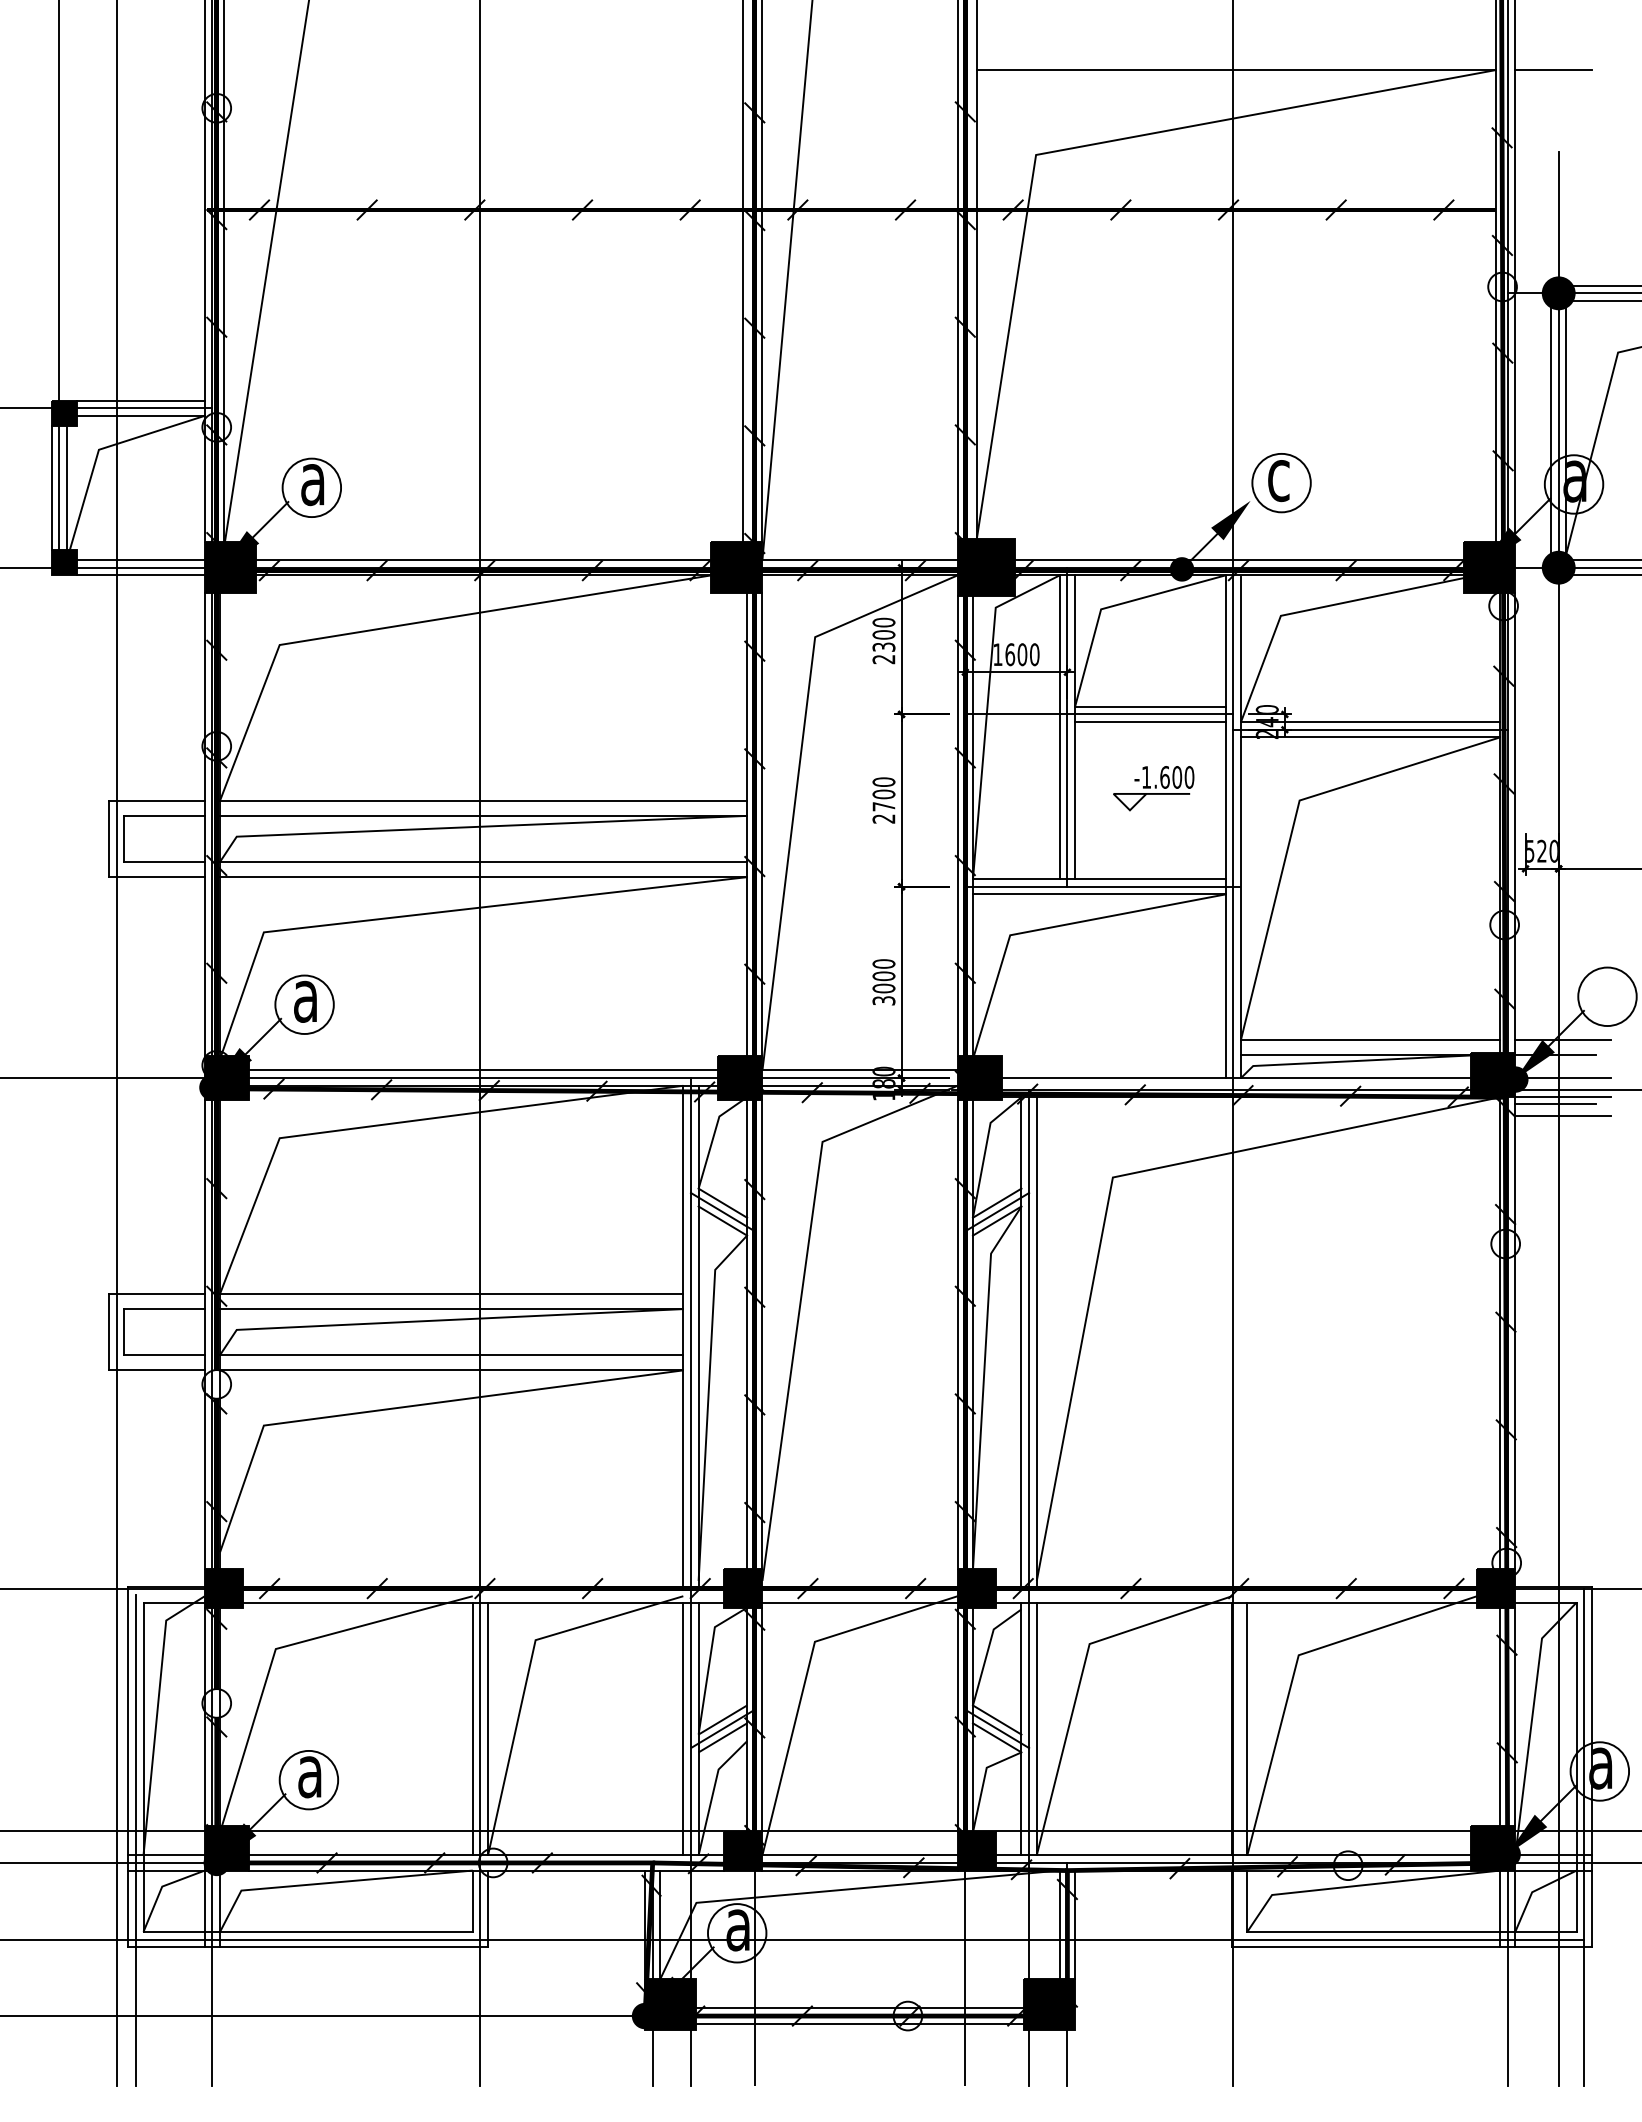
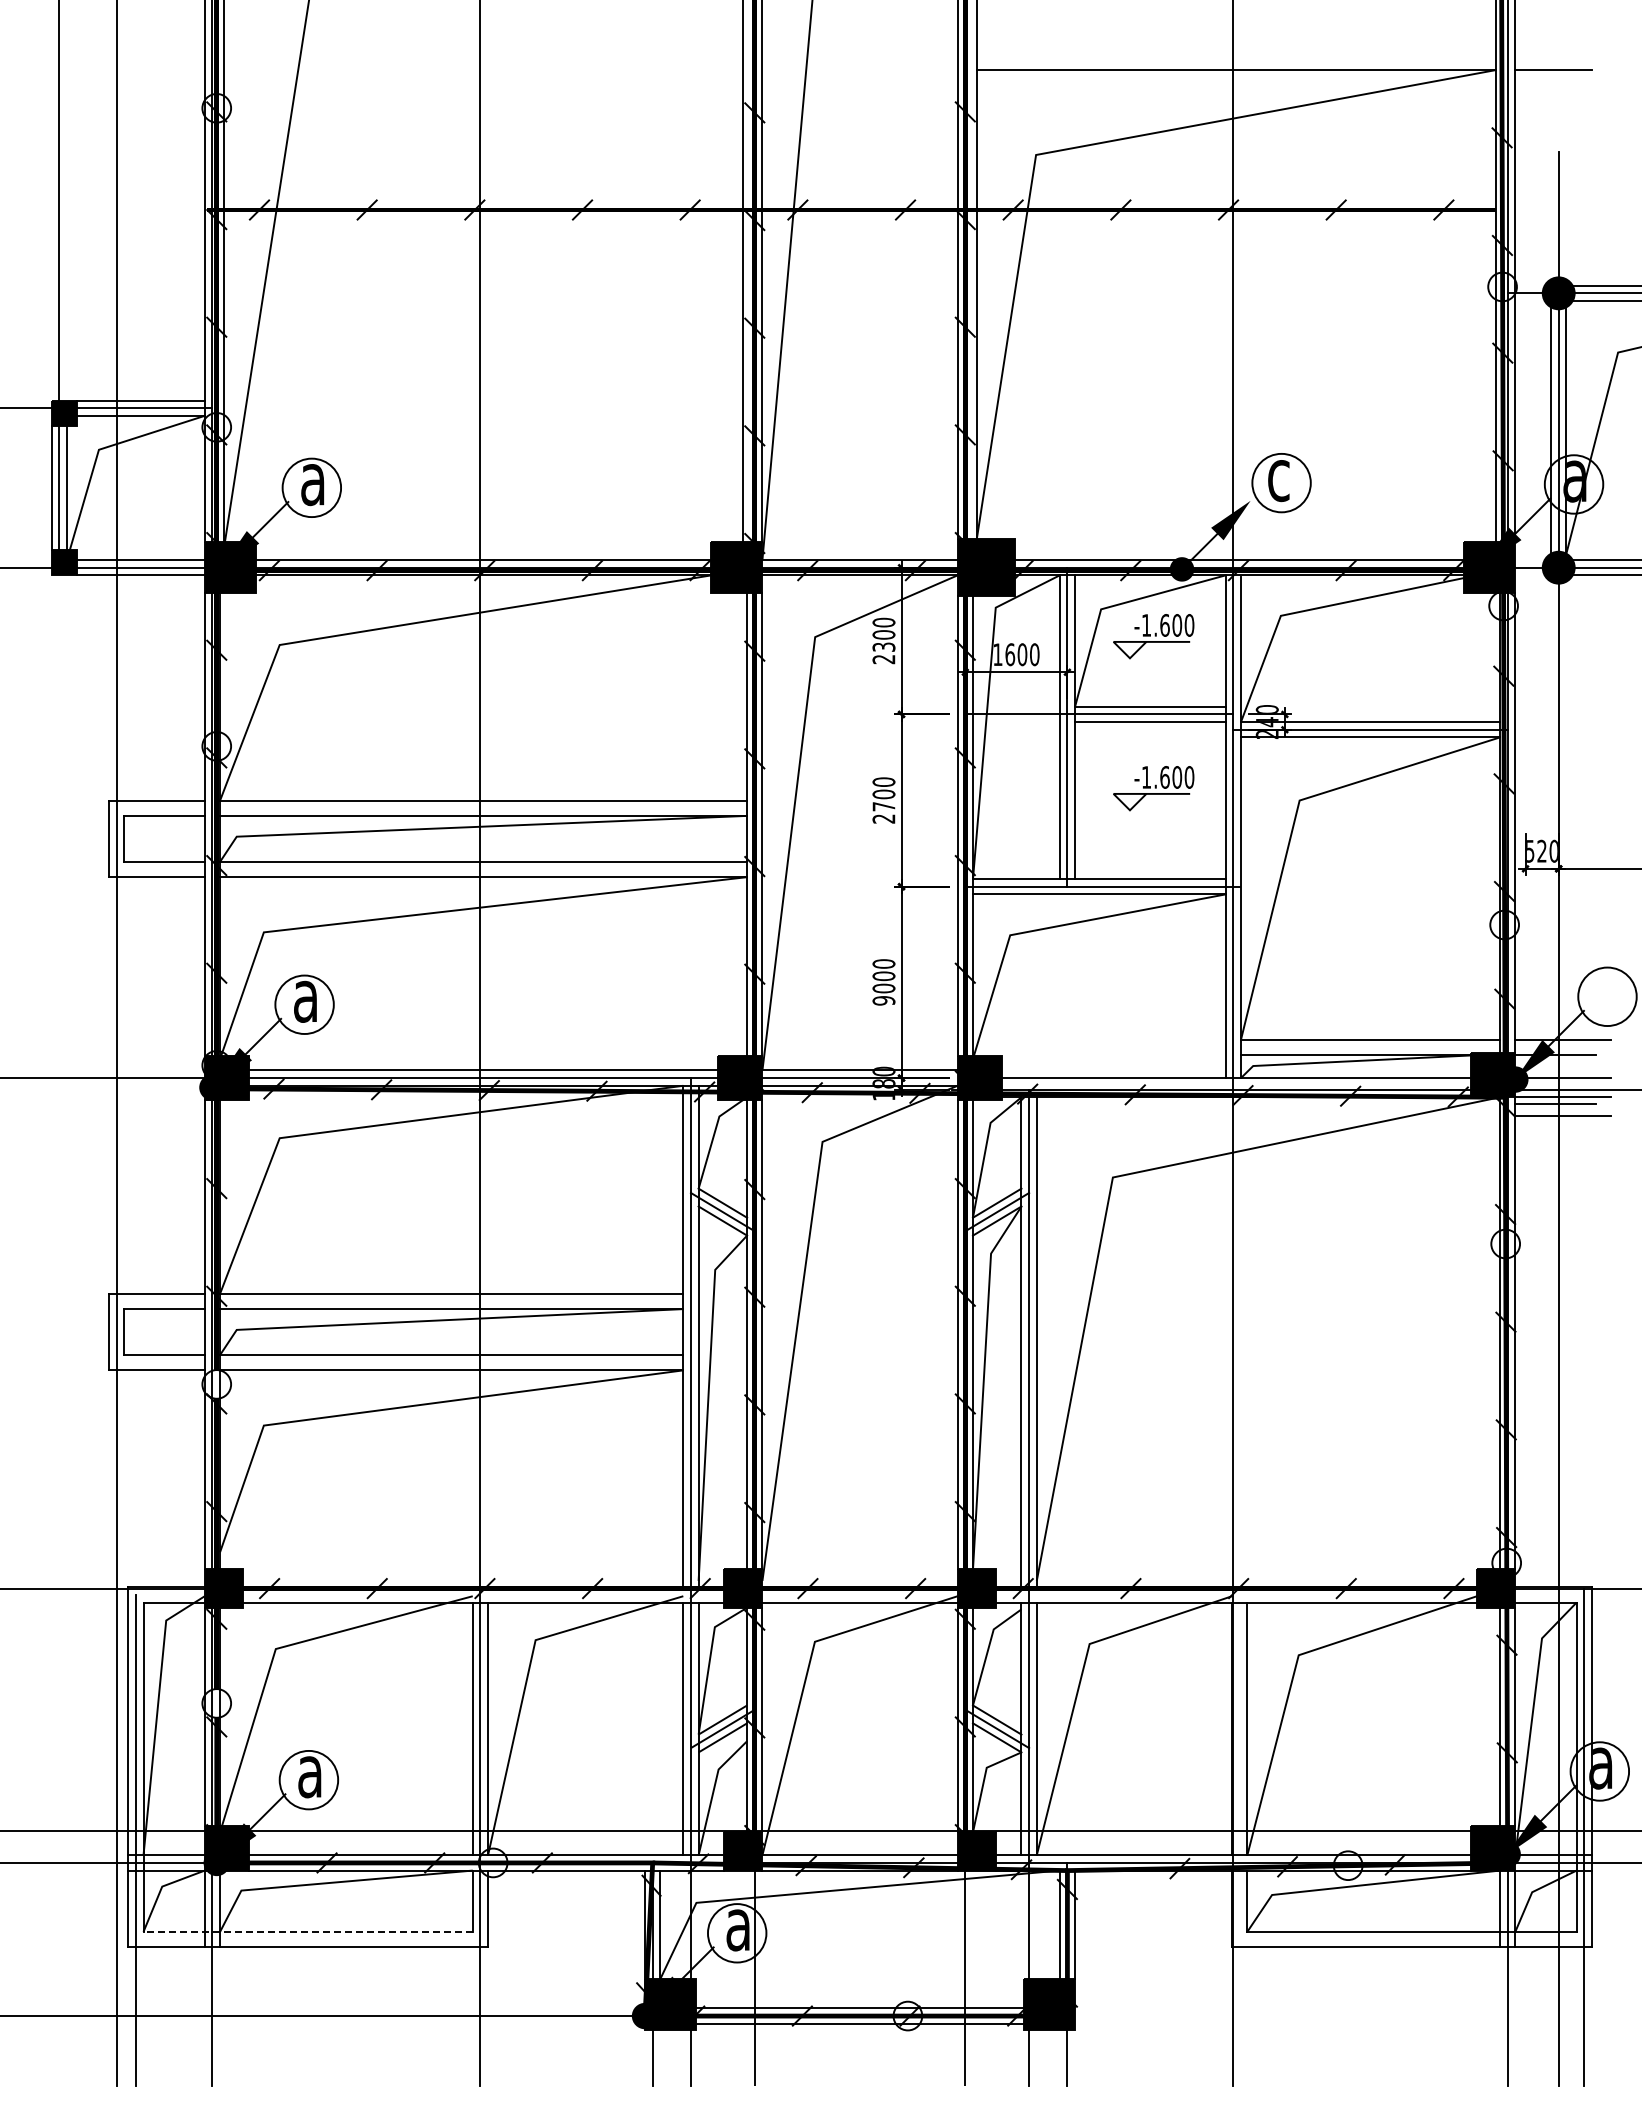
part at (1153, 636): none -> present
text at (883, 1000): 3000 -> 9000
line at (308, 1931): solid -> dashed
line at (793, 1939): present -> none
